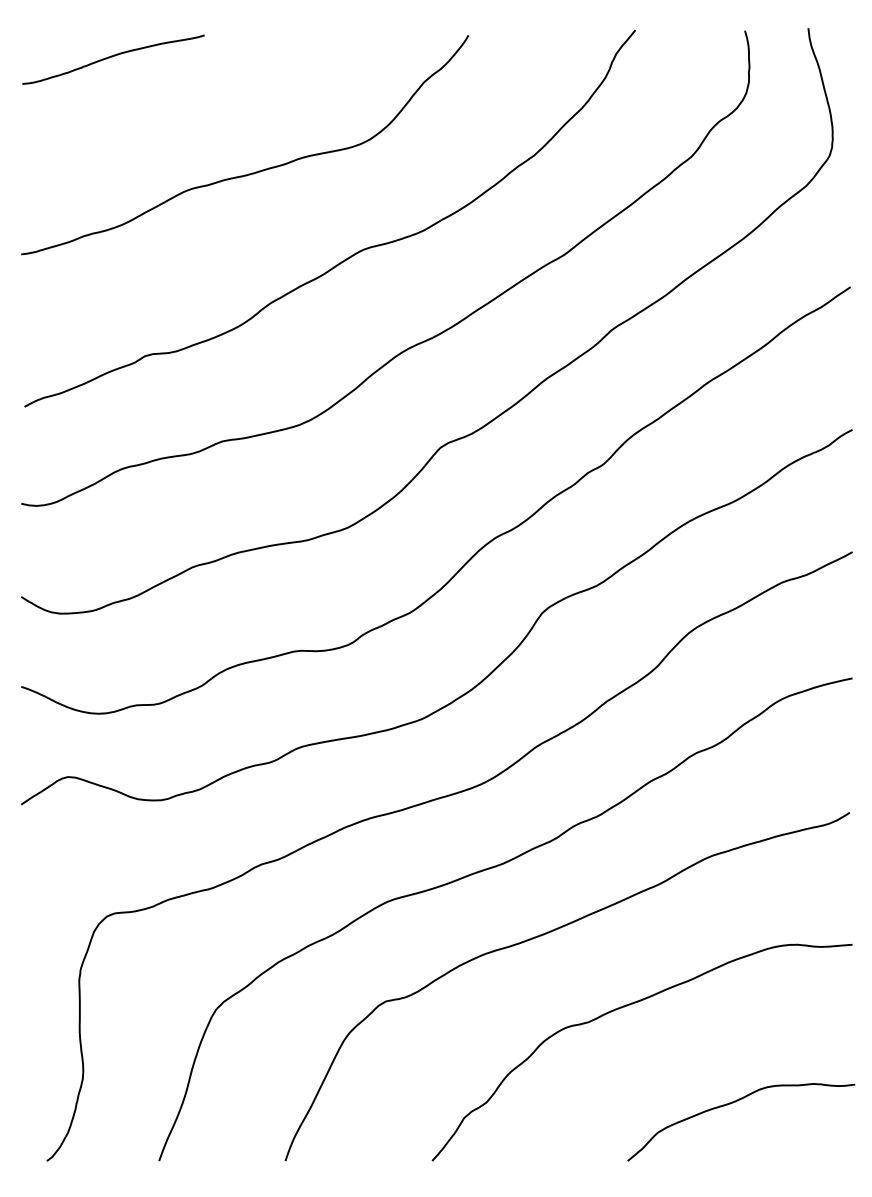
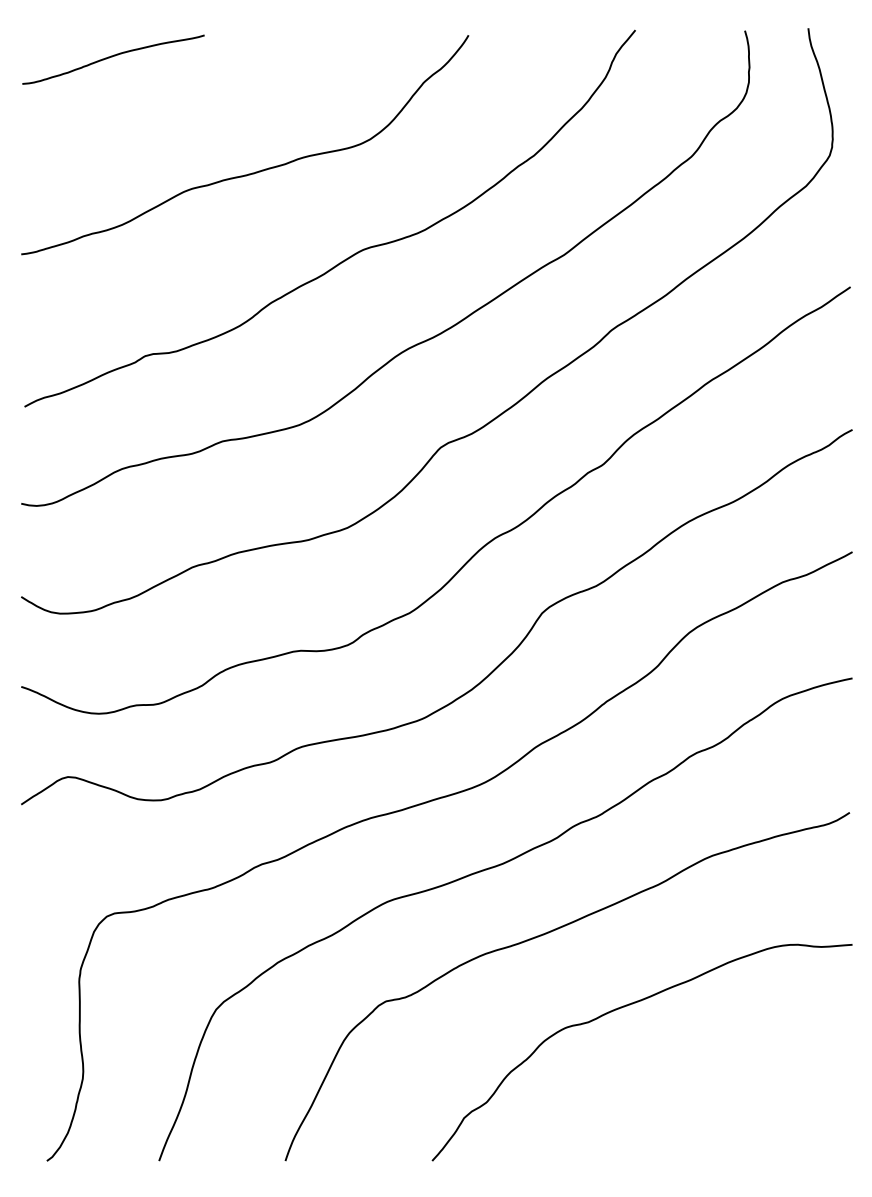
curve at (733, 1103): present -> none
